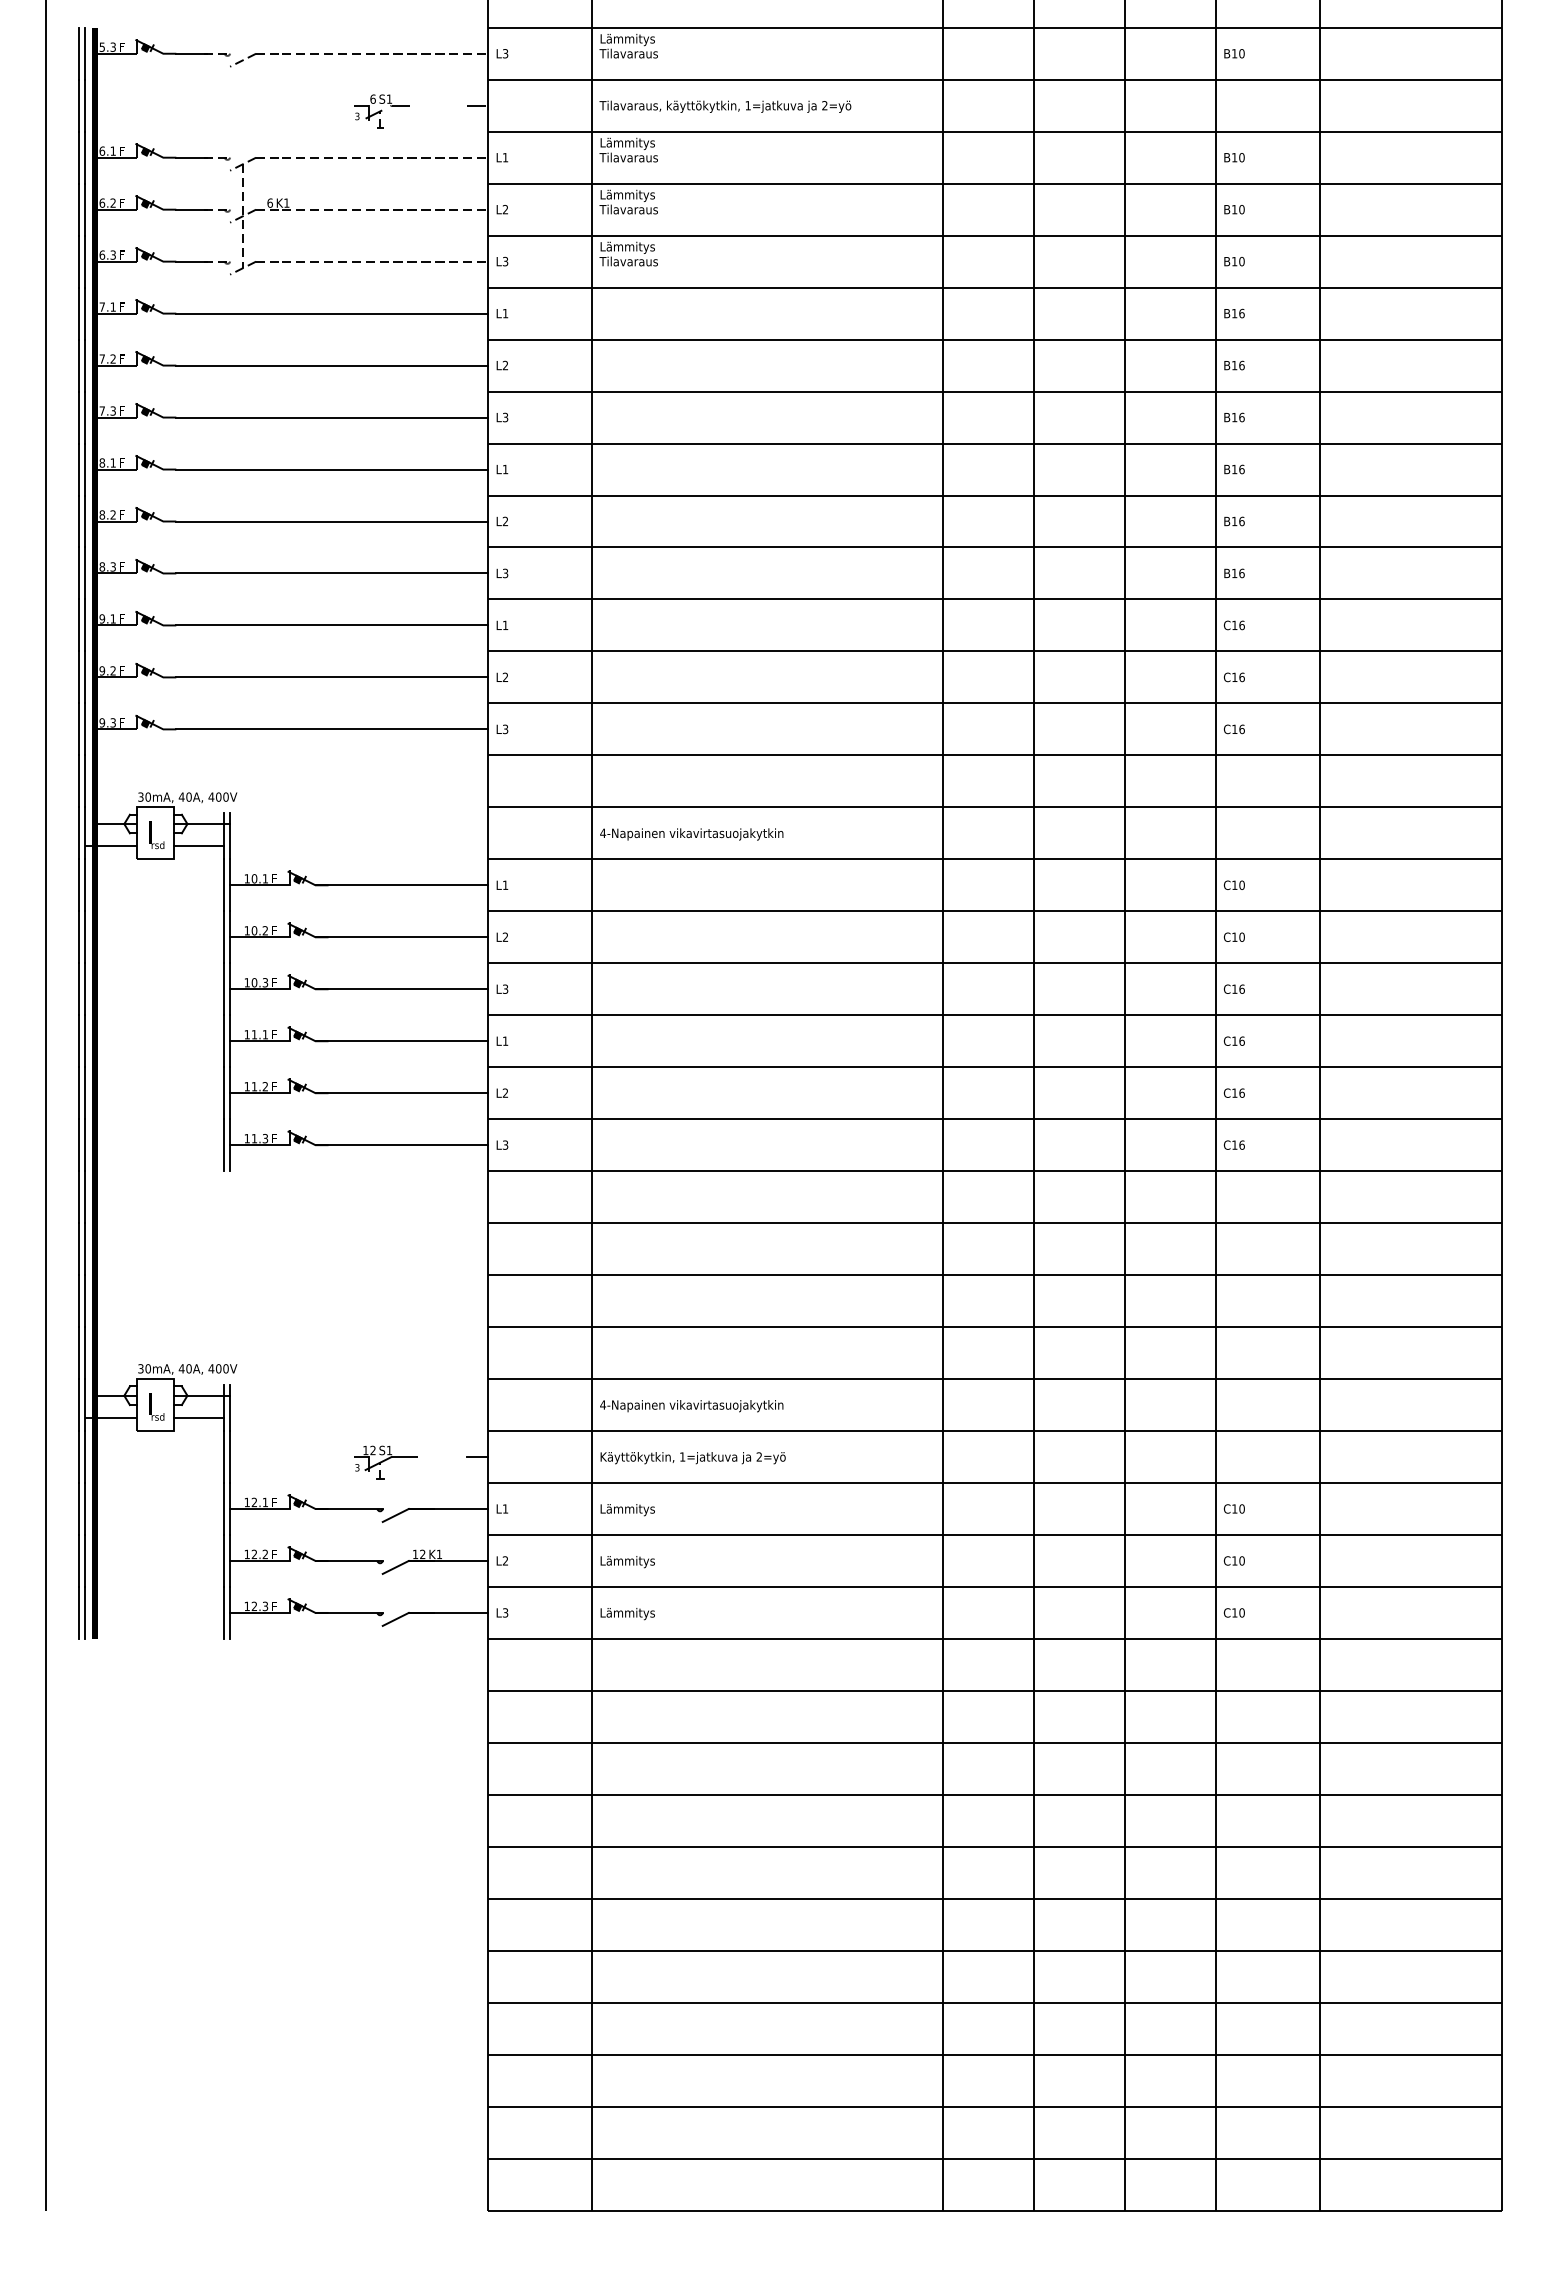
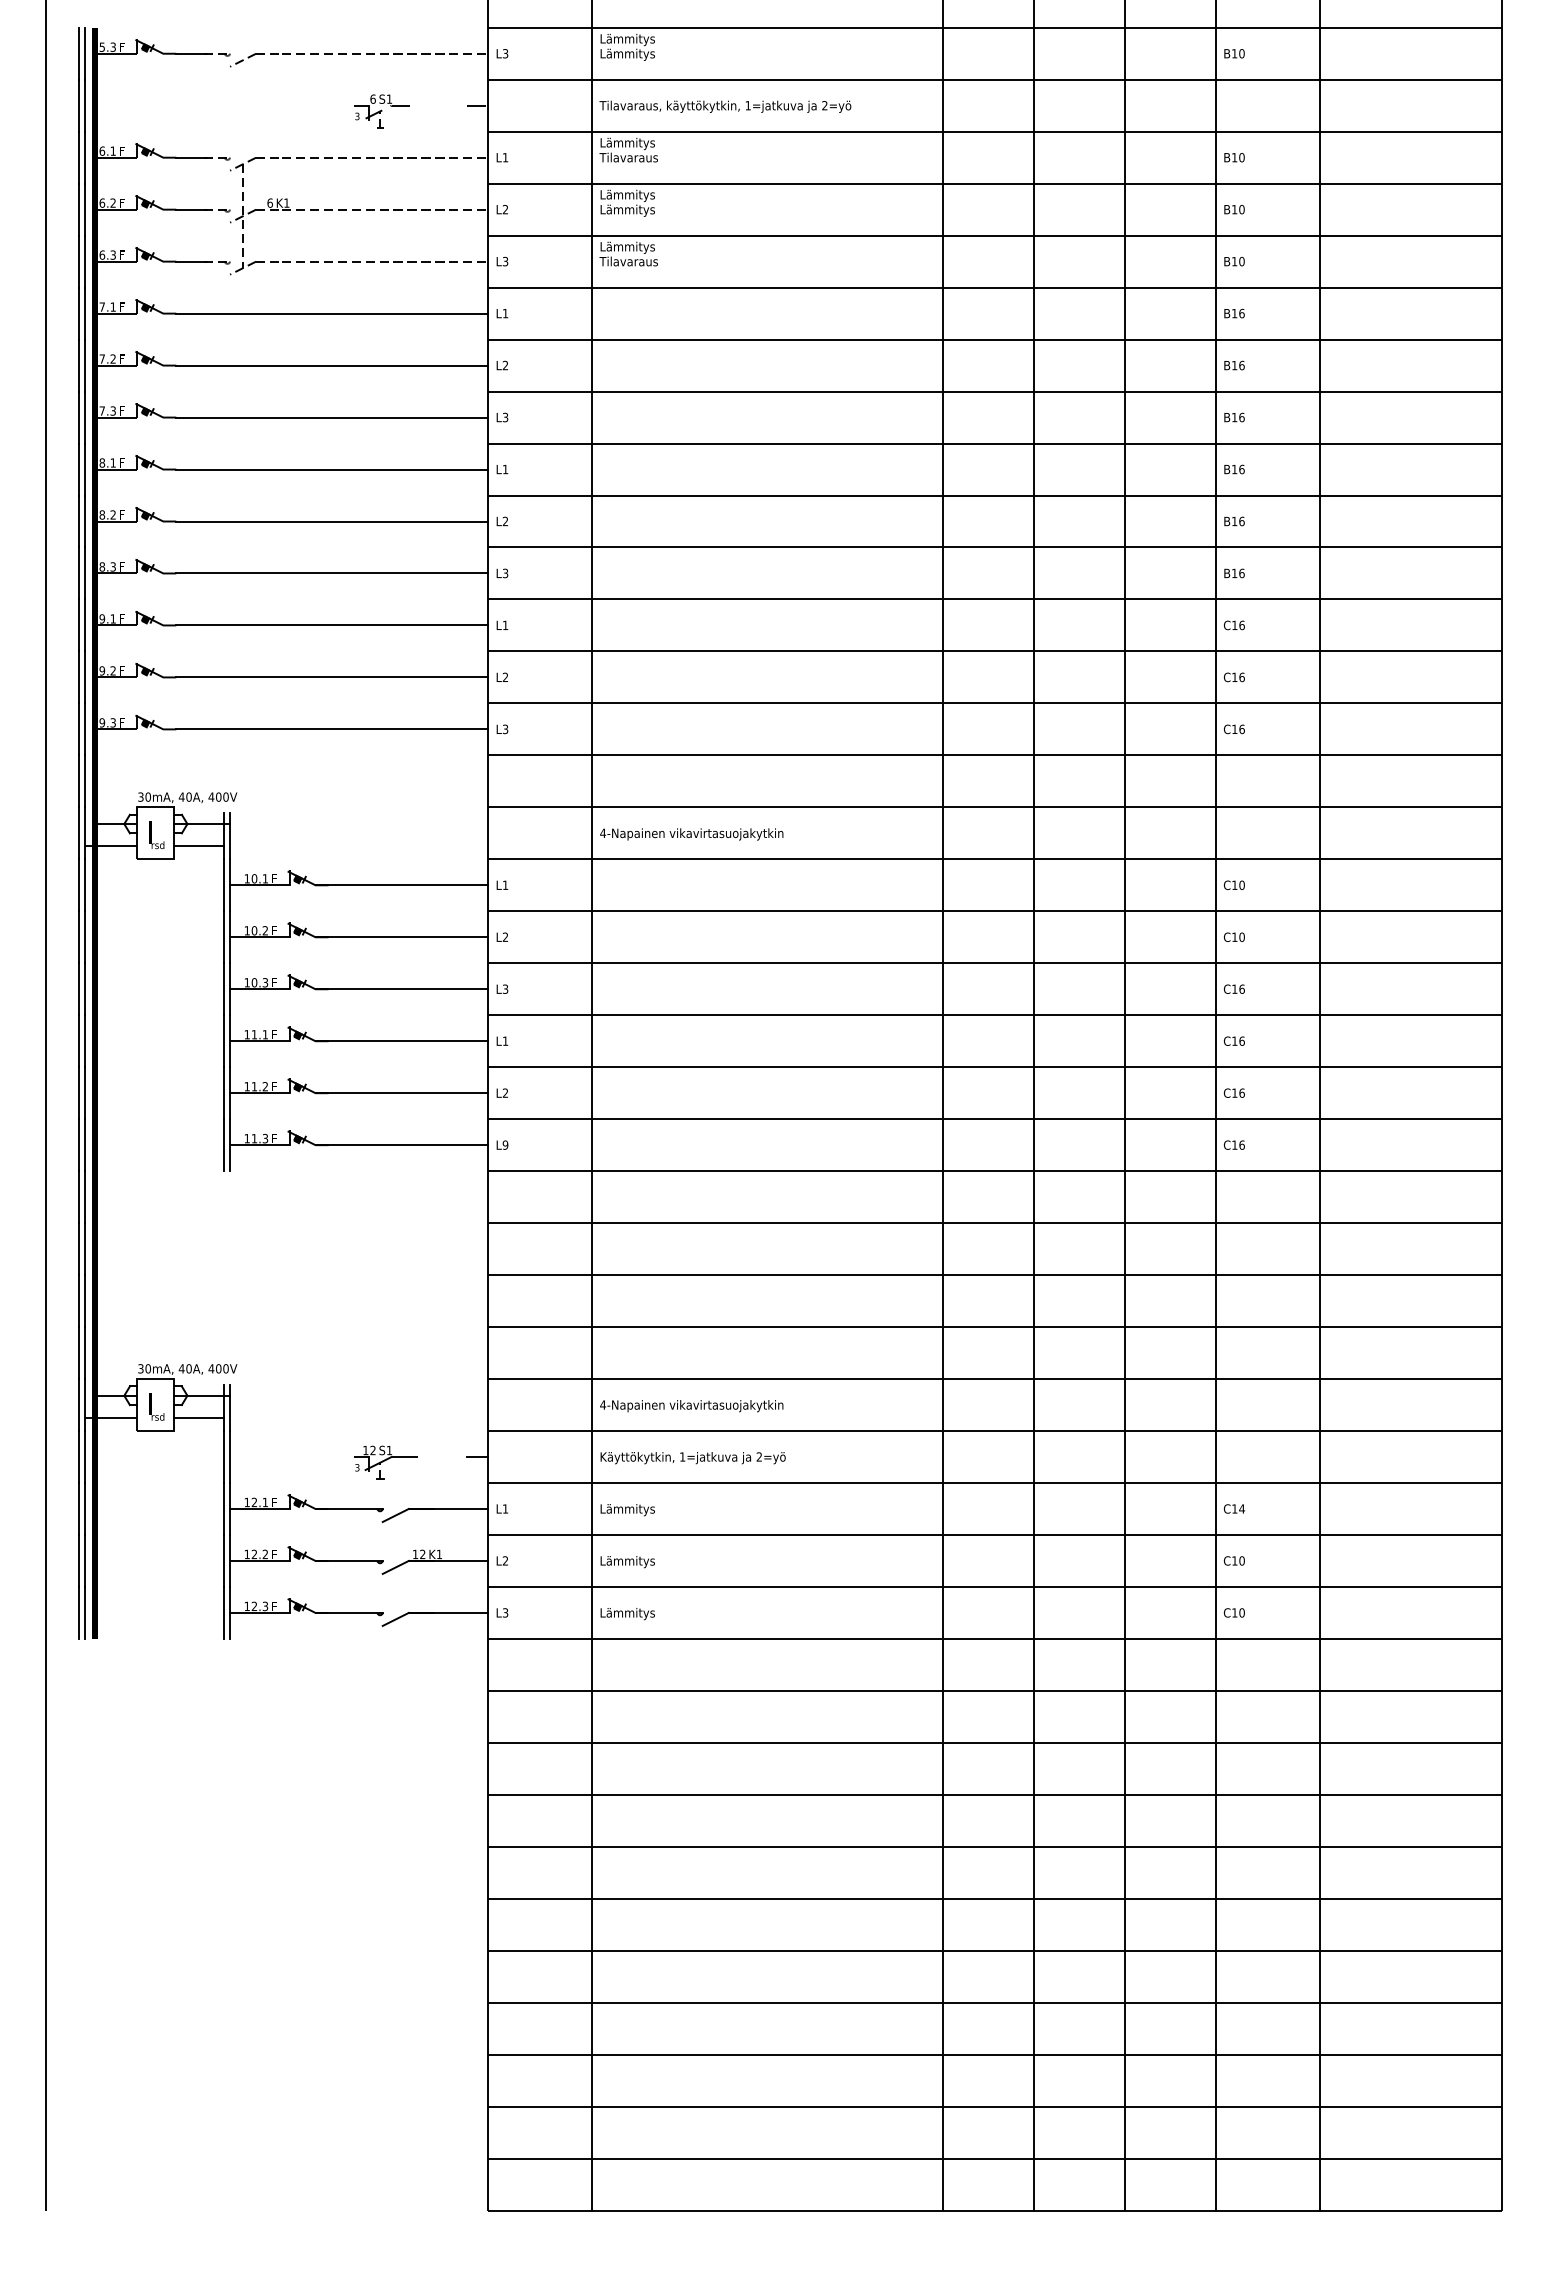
text at (628, 54): Tilavaraus -> Lämmitys
text at (628, 210): Tilavaraus -> Lämmitys
text at (505, 1144): L3 -> L9
text at (1241, 1508): C10 -> C14
